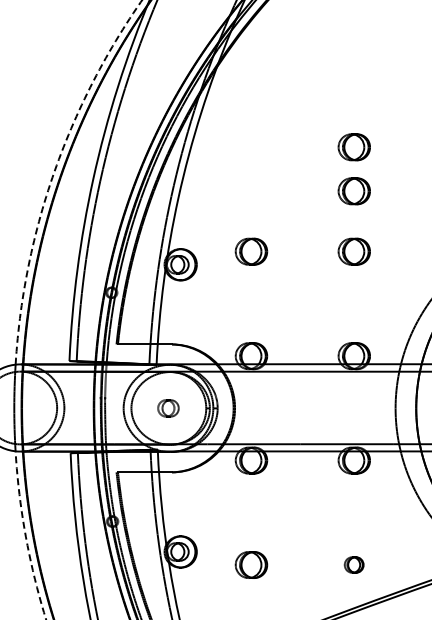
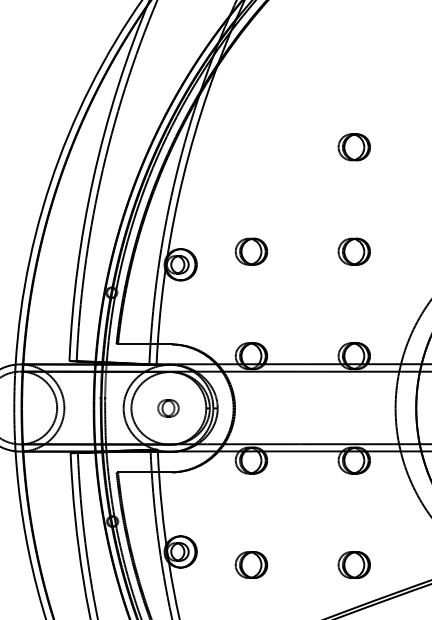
arc at (54, 173): dashed -> solid
part at (353, 191): present -> none
arc at (25, 536): dashed -> solid
part at (353, 564) size: 22x18 px -> 34x28 px
